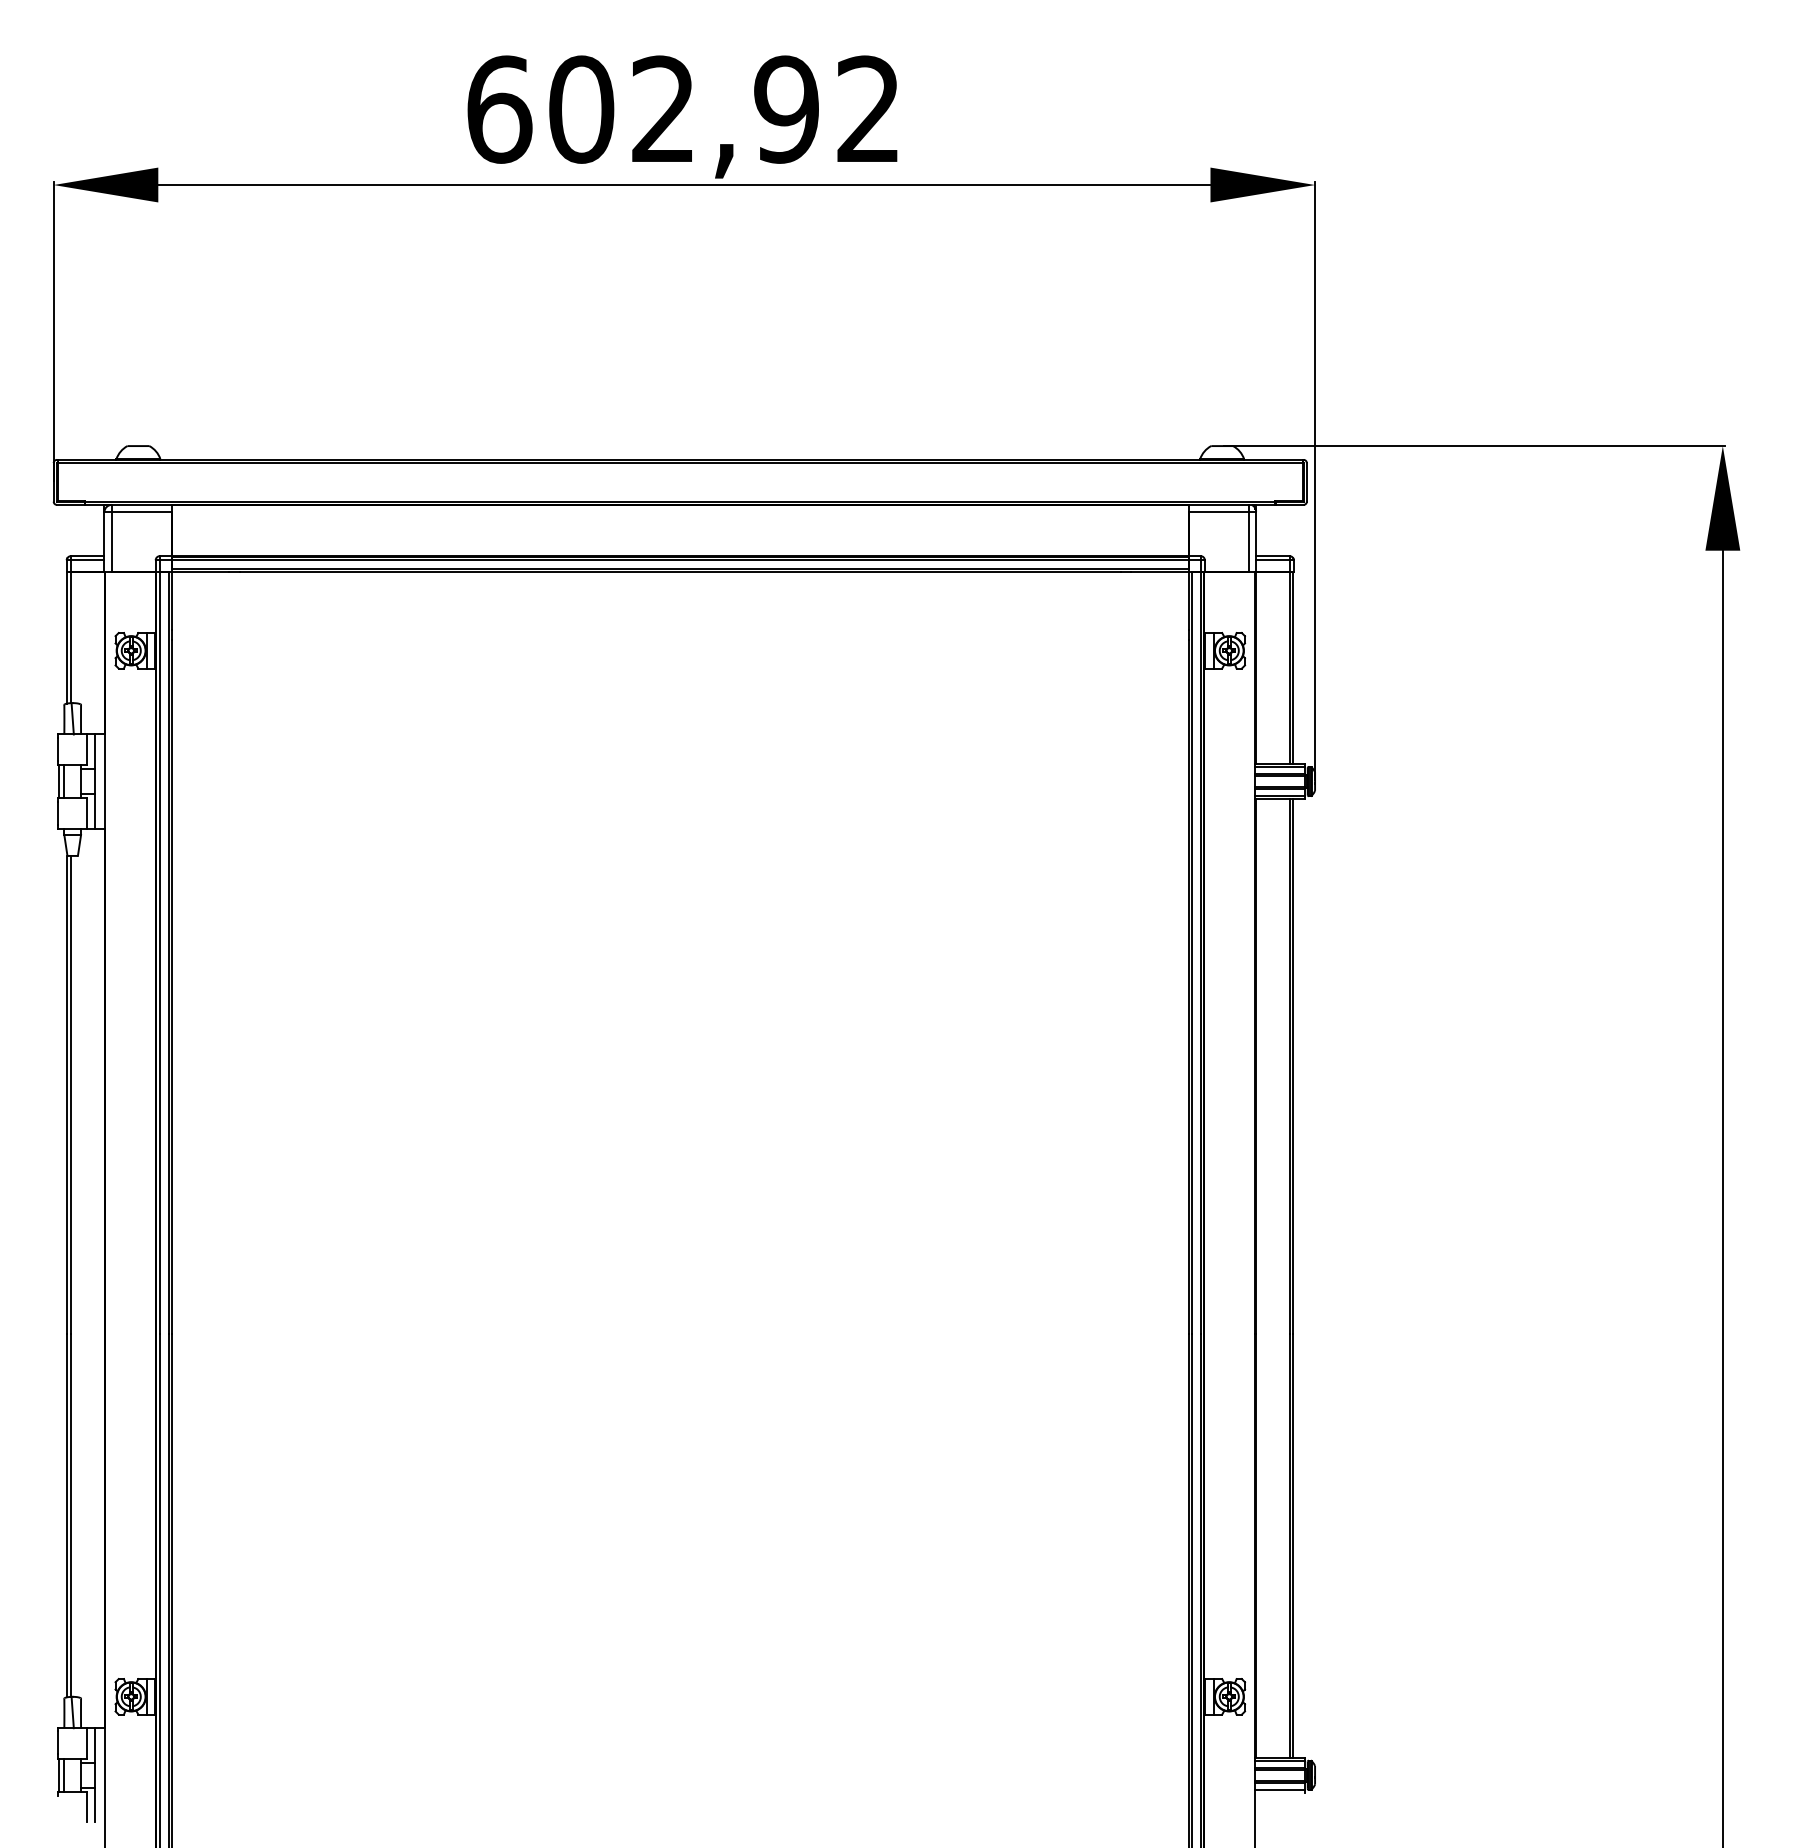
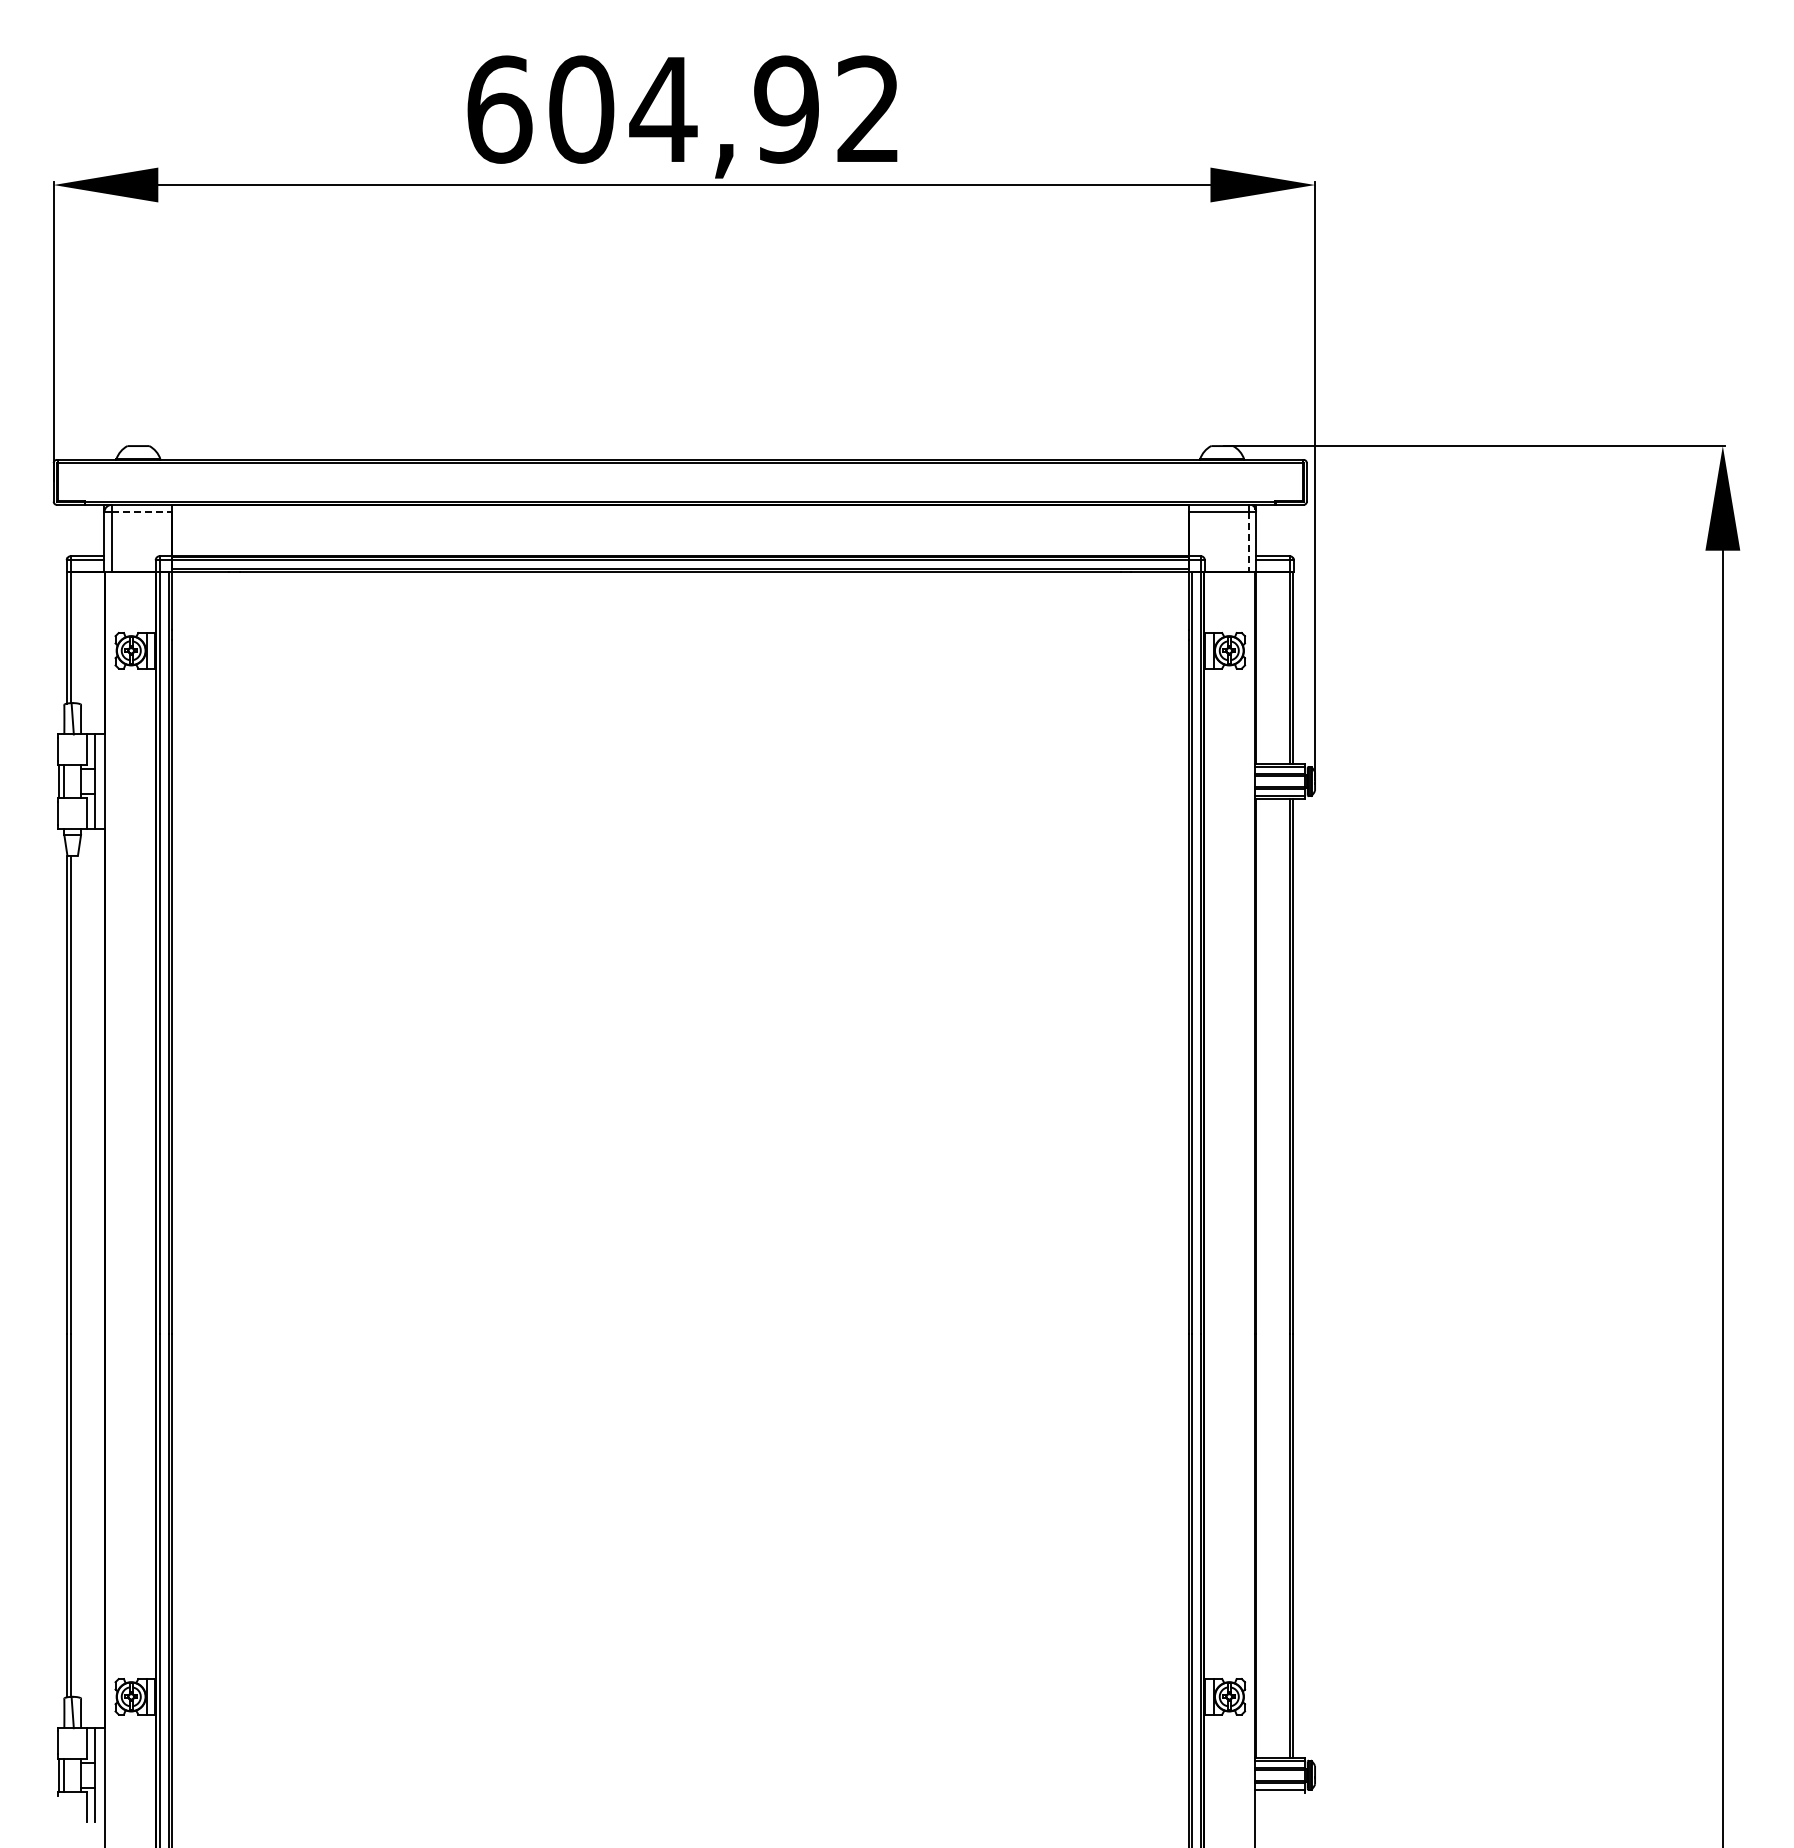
text at (663, 108): 602,92 -> 604,92
line at (142, 512): solid -> dashed
line at (1248, 542): solid -> dashed
